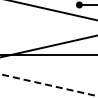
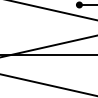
line at (49, 85): dashed -> solid
